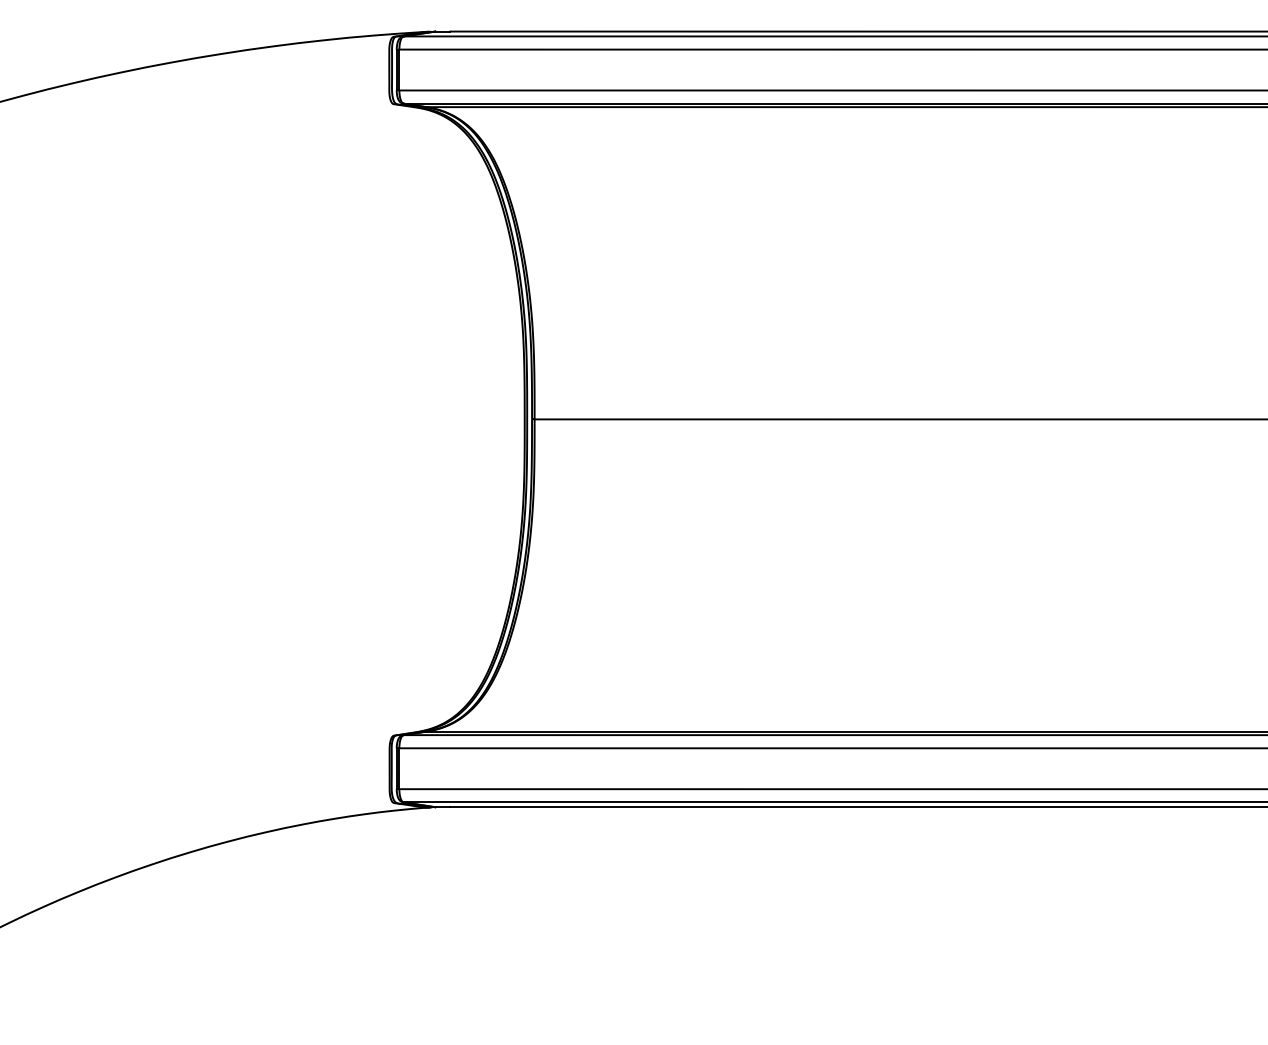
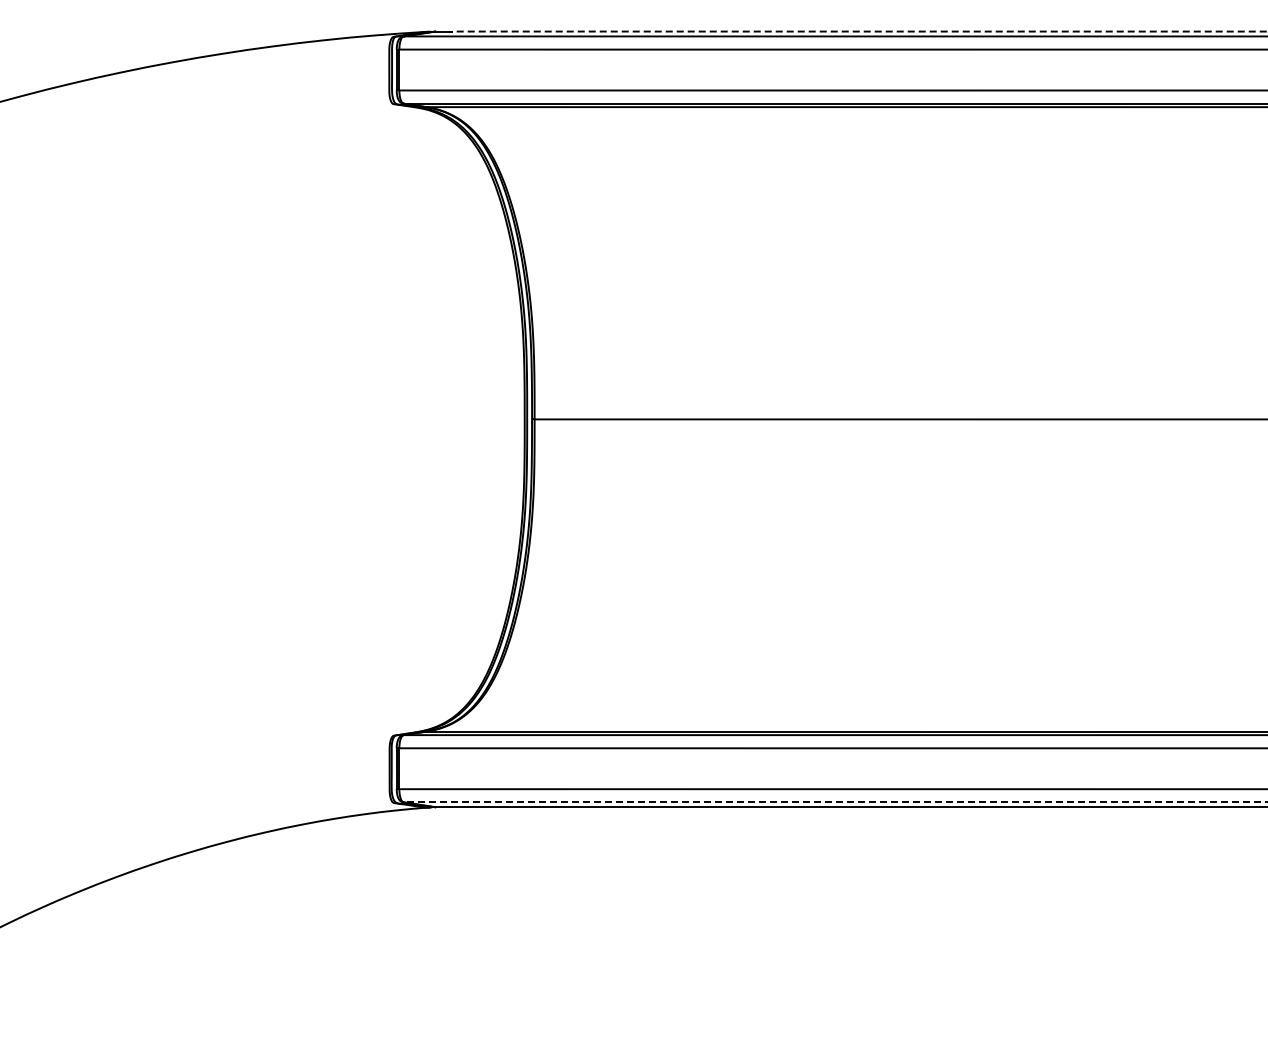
line at (859, 31): solid -> dashed
line at (835, 802): solid -> dashed
